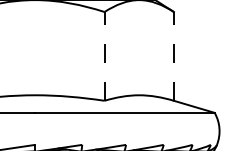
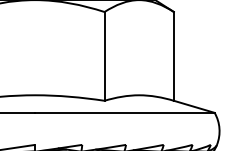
line at (104, 55): dashed -> solid
line at (173, 55): dashed -> solid
